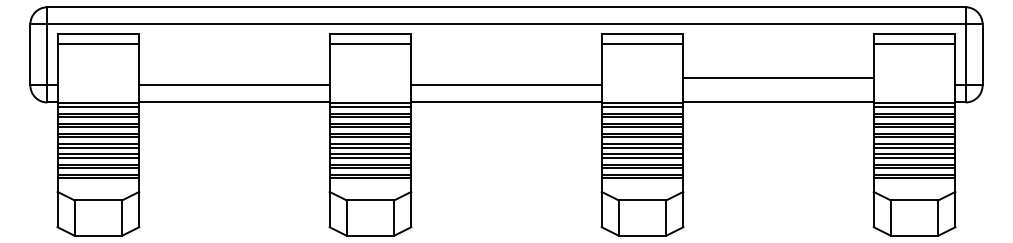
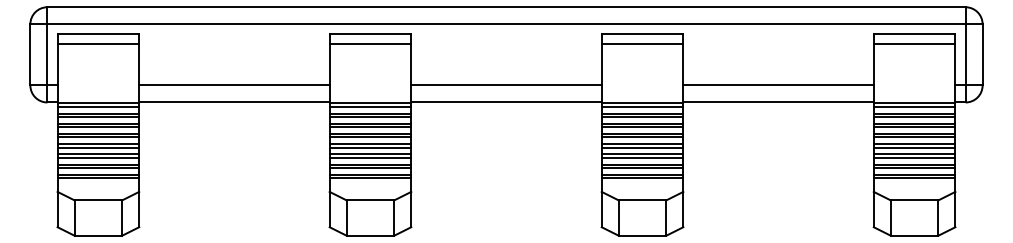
line at (778, 78) position: (778, 78) -> (778, 85)
